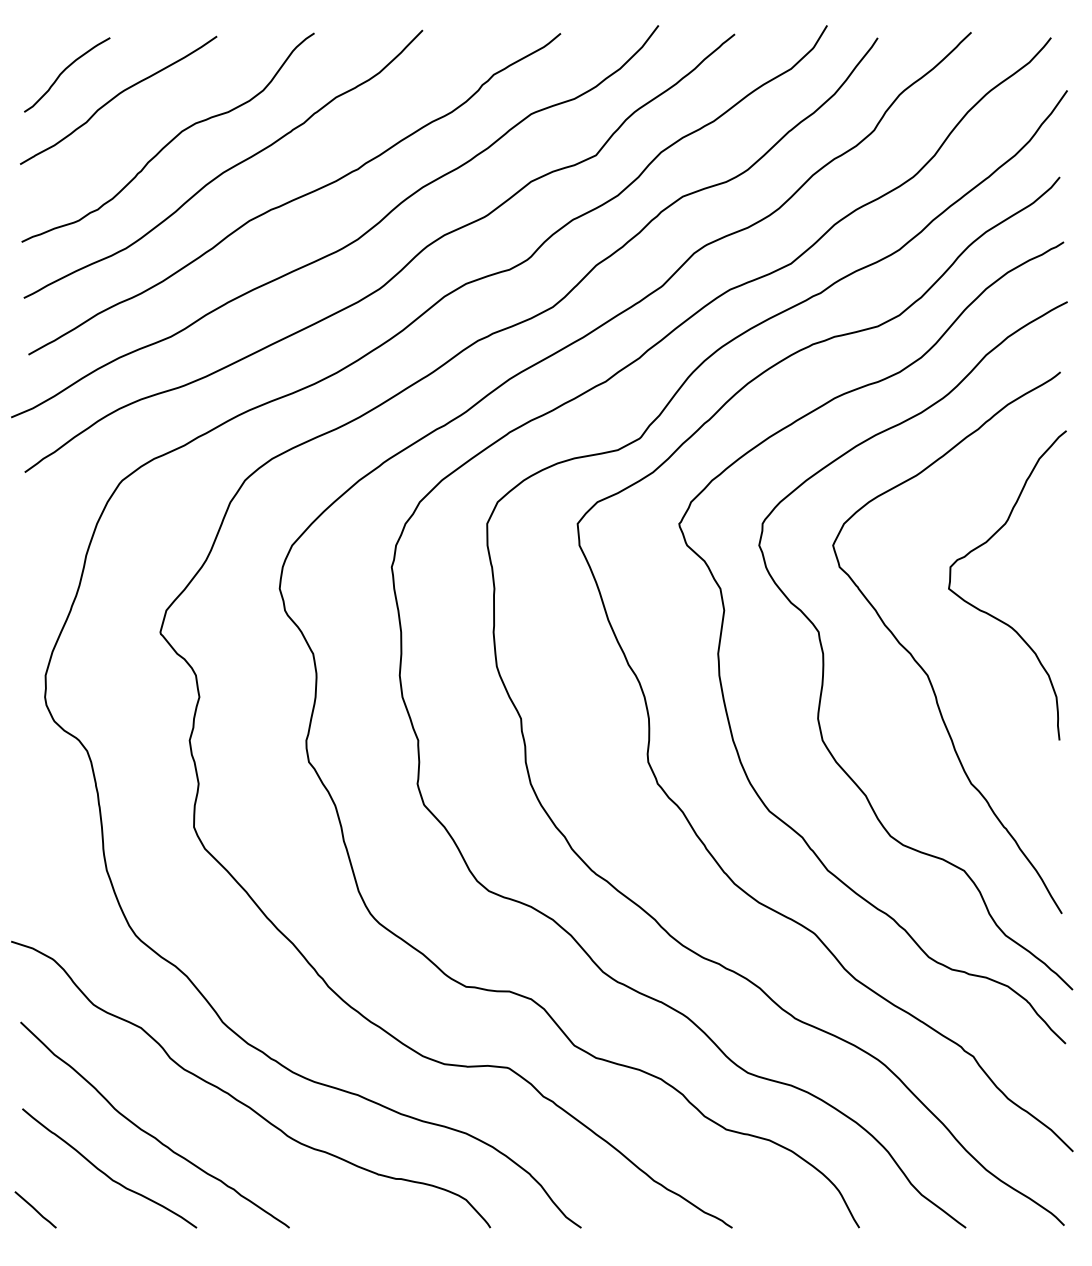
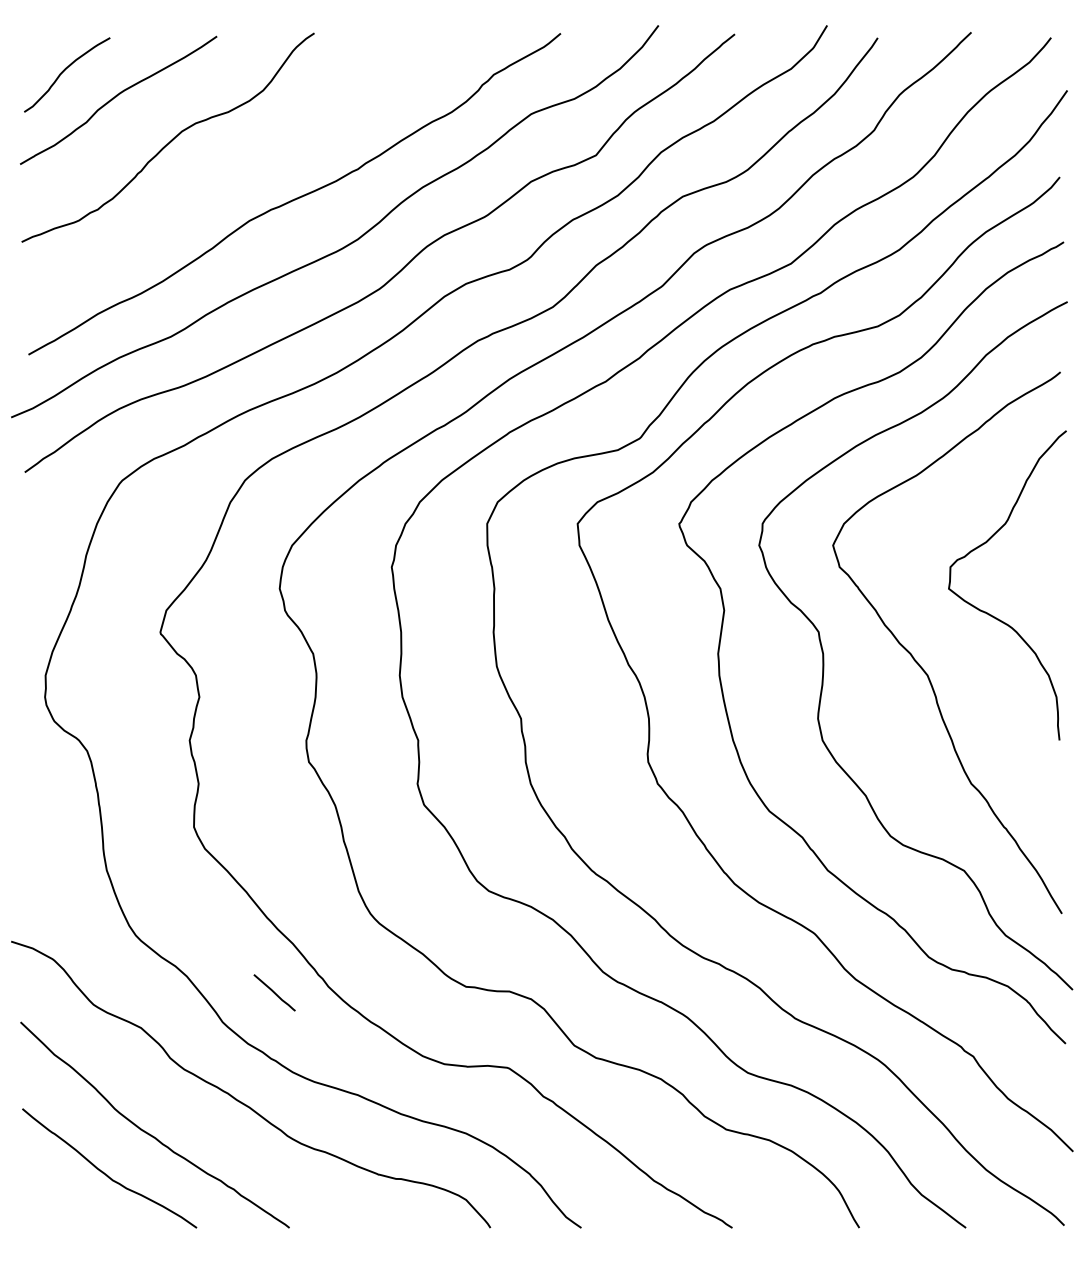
curve at (226, 169): present -> none
line at (35, 1209) position: (35, 1209) -> (274, 992)
